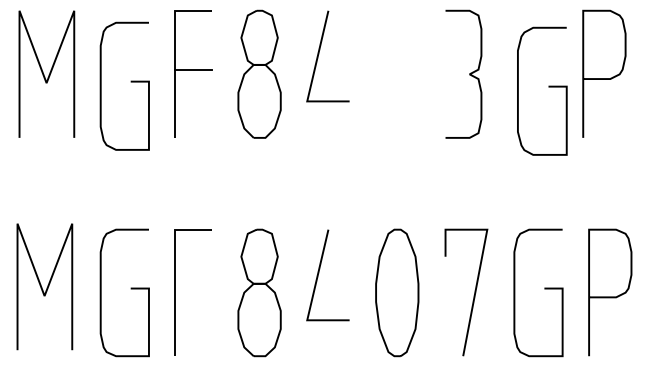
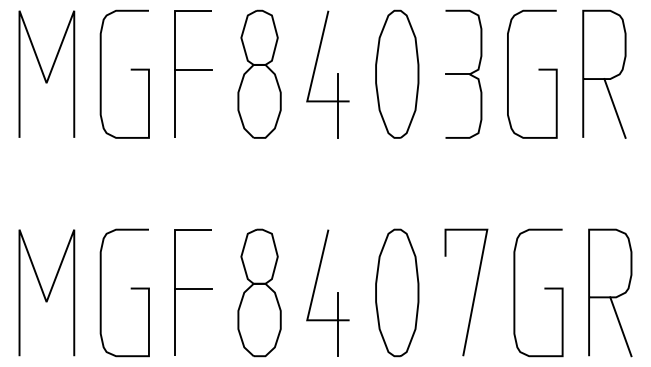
part at (397, 73): none -> present
line at (457, 74): none -> present
curve at (130, 82) position: (130, 82) -> (130, 70)
curve at (548, 87) position: (548, 87) -> (538, 70)
line at (337, 105): none -> present
line at (614, 108): none -> present
line at (42, 287) position: (42, 287) -> (44, 293)
line at (193, 288): none -> present
line at (337, 324): none -> present
line at (620, 326): none -> present
